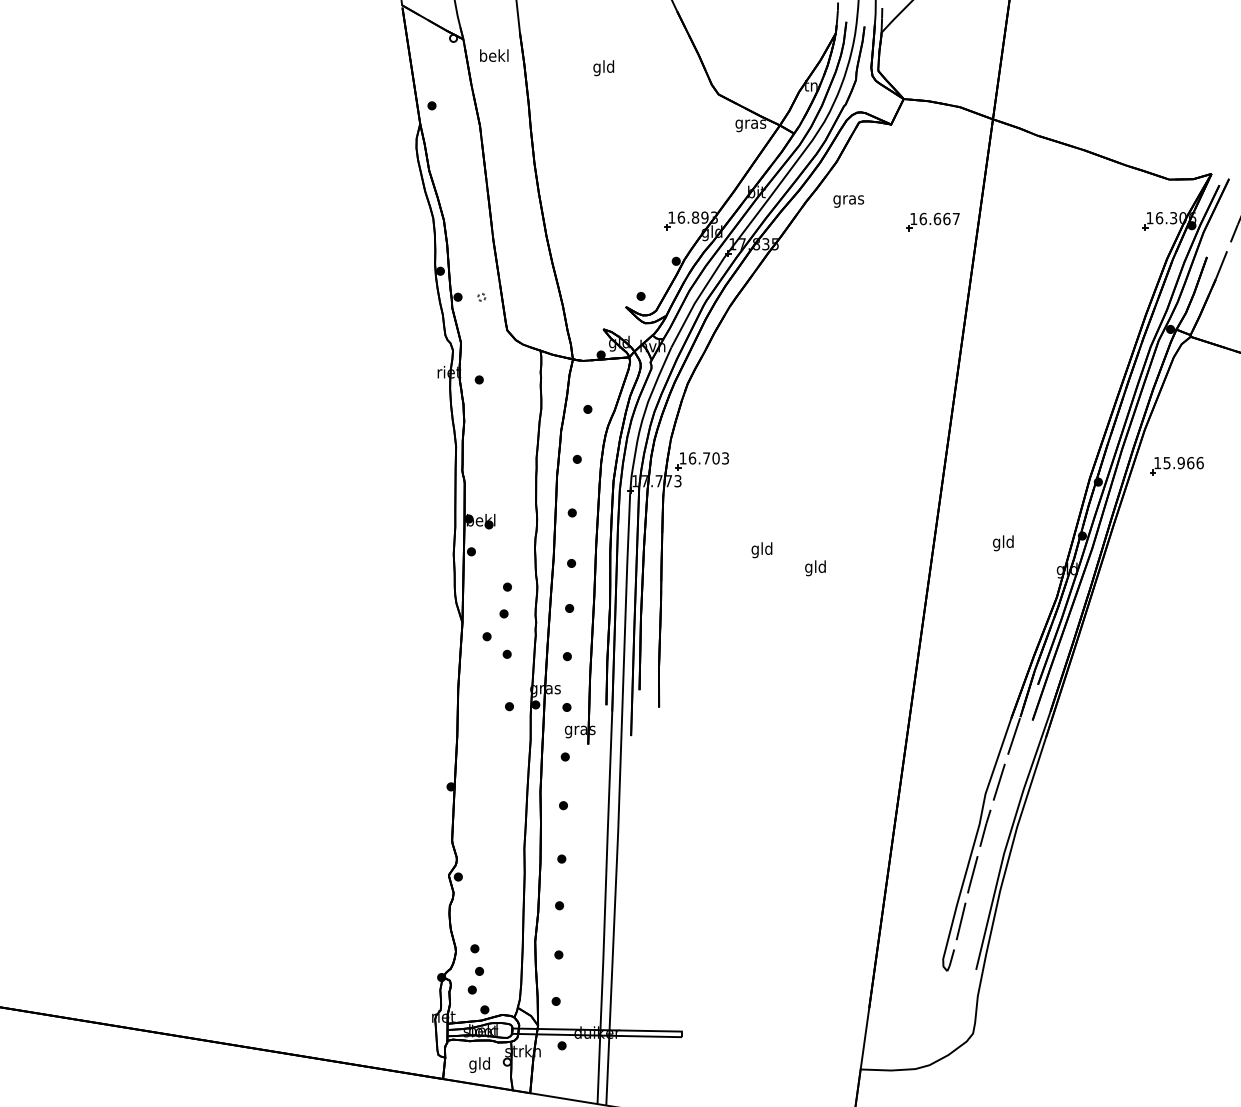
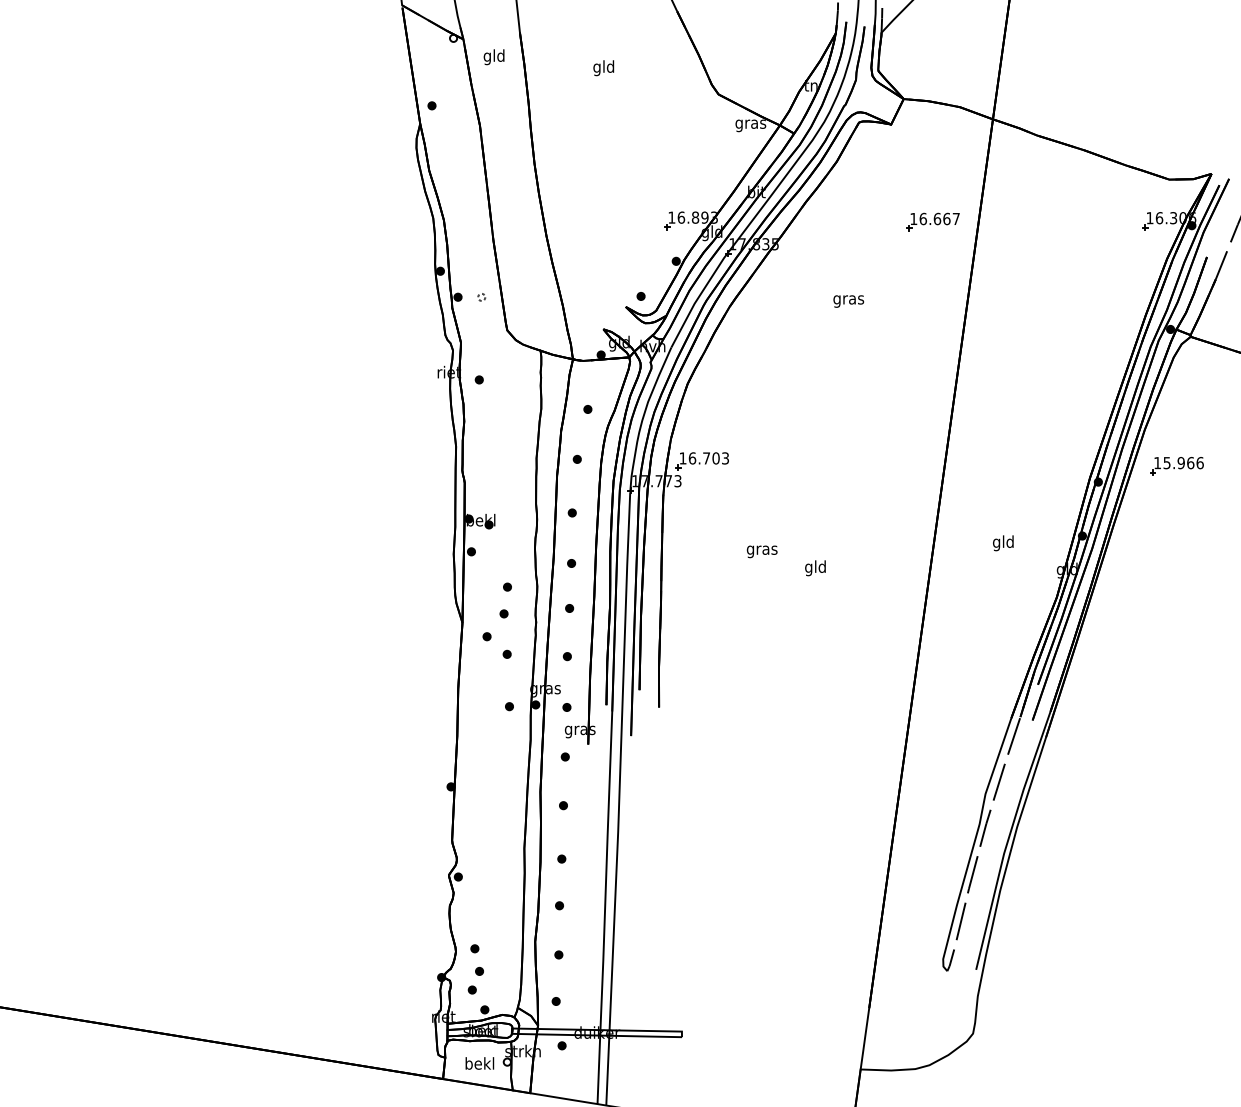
text at (494, 57): bekl -> gld
text at (848, 201) position: (848, 201) -> (848, 301)
text at (761, 550): gld -> gras
text at (479, 1064): gld -> bekl
